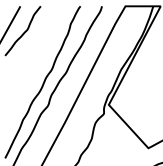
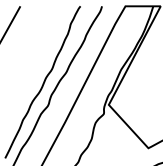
curve at (23, 32): present -> none
